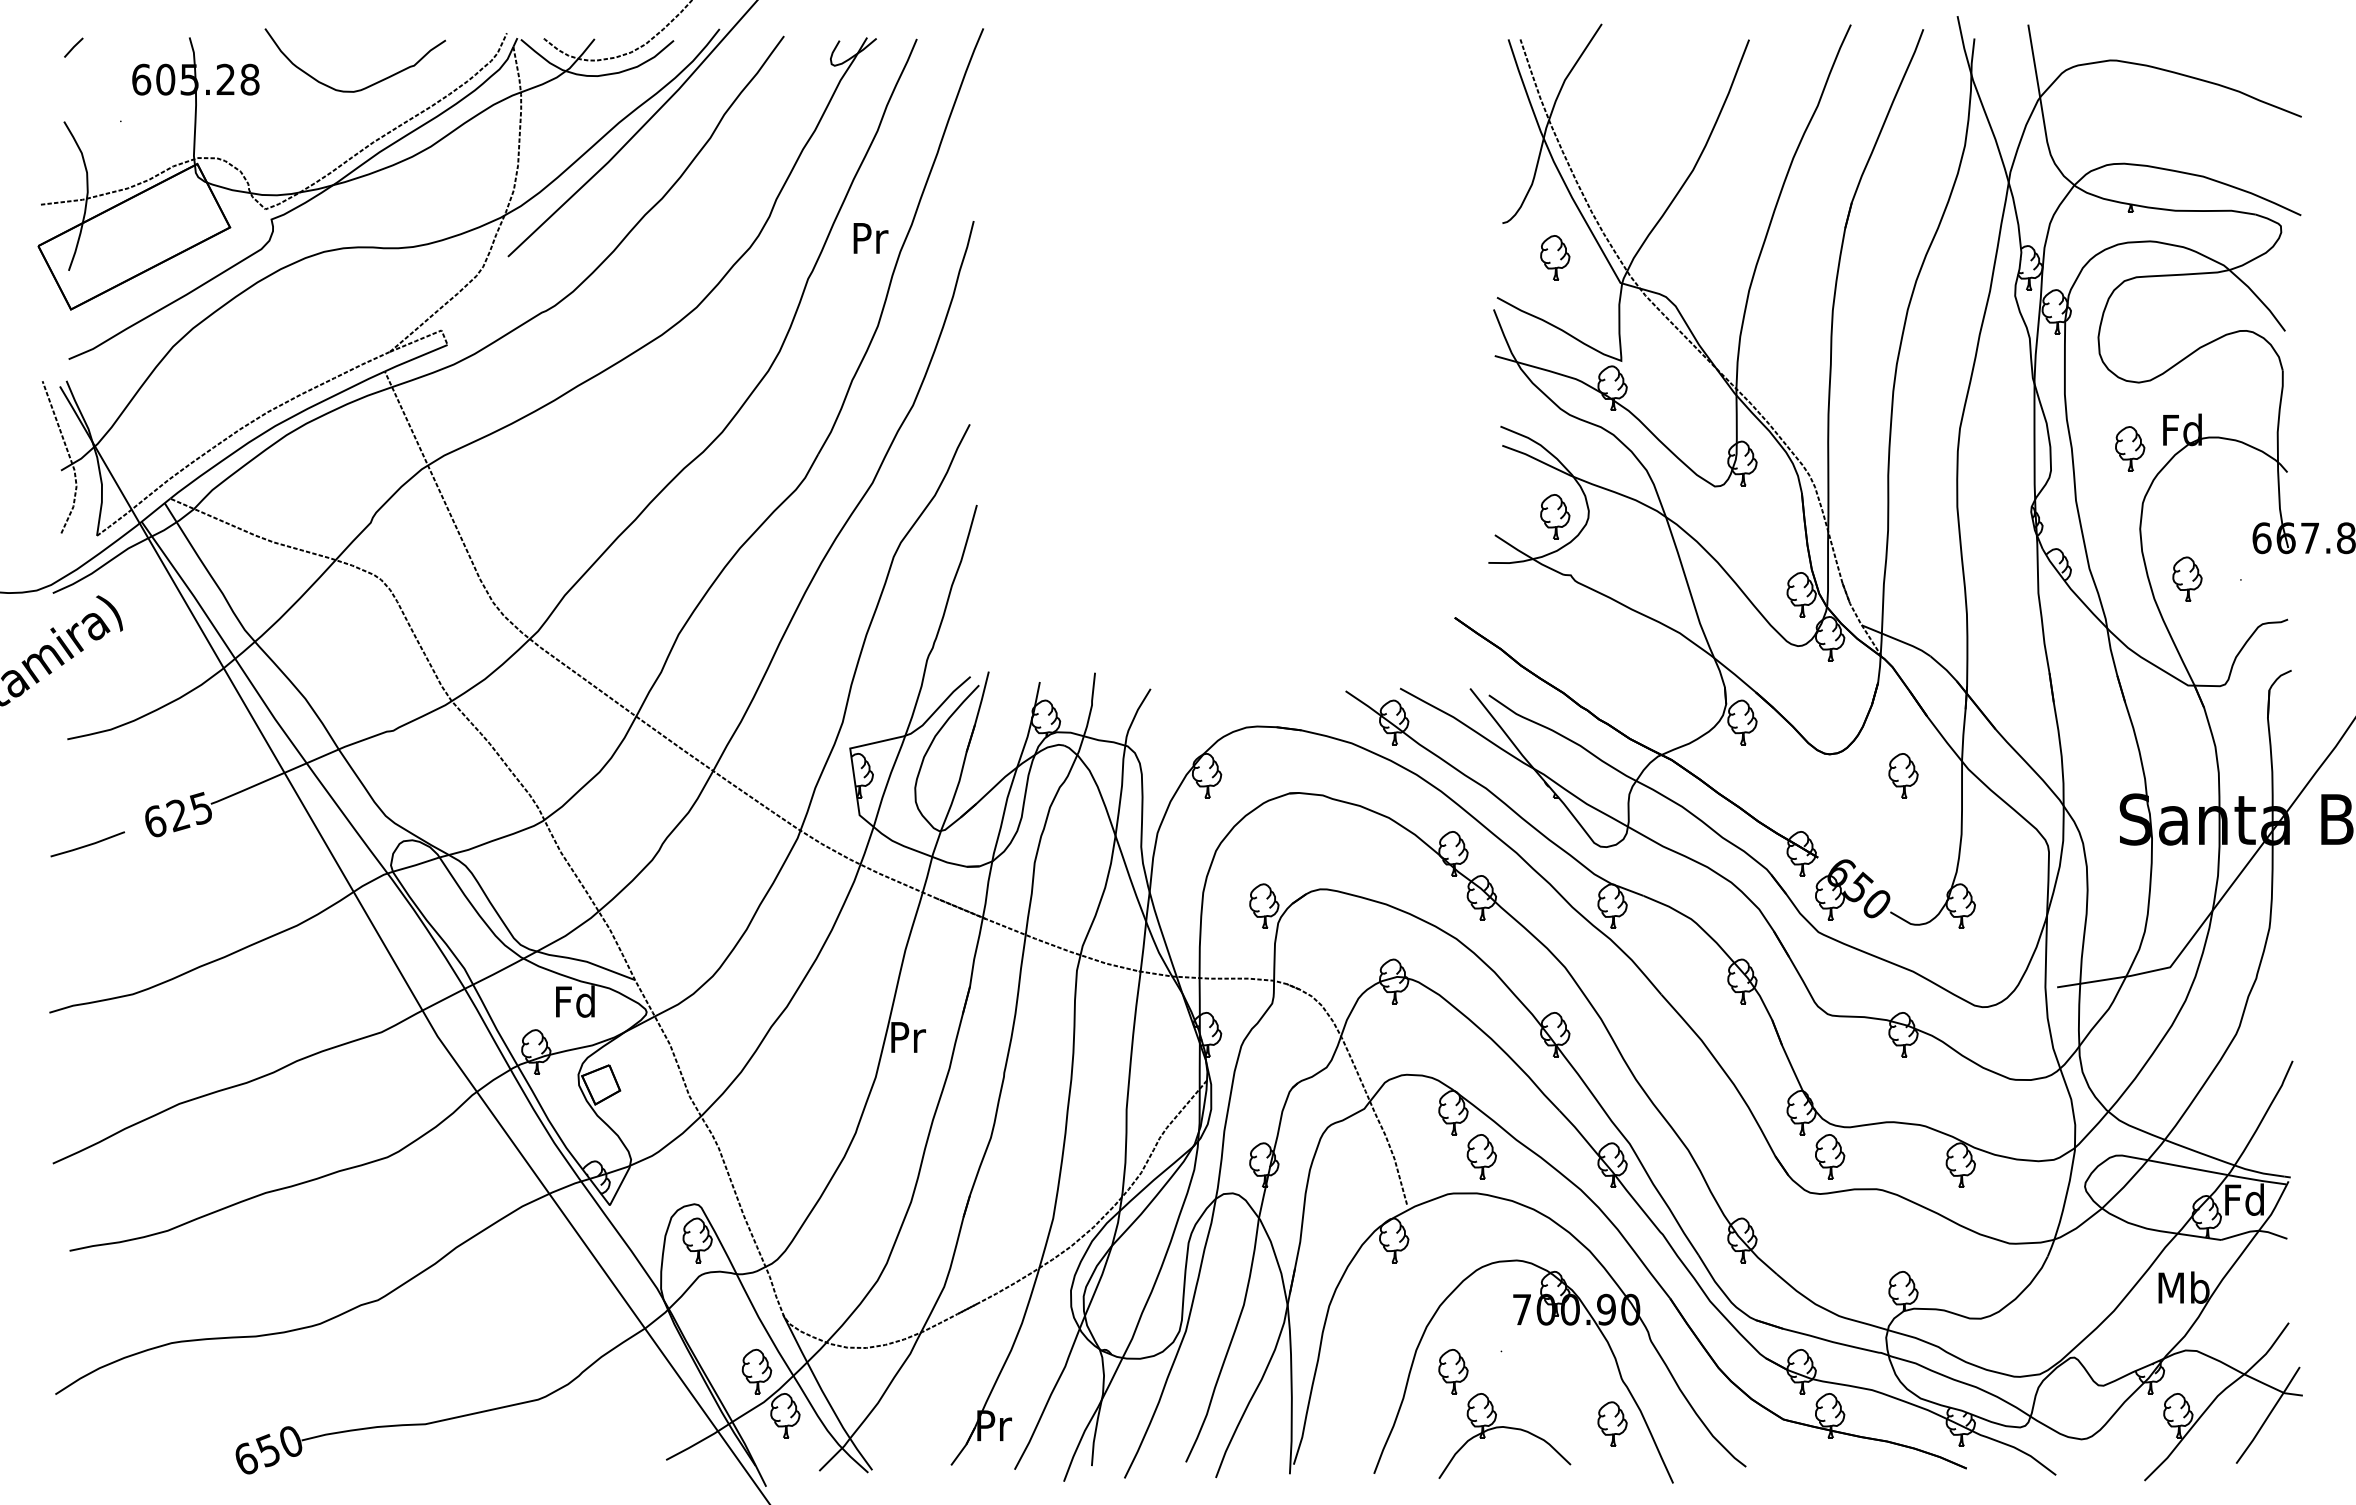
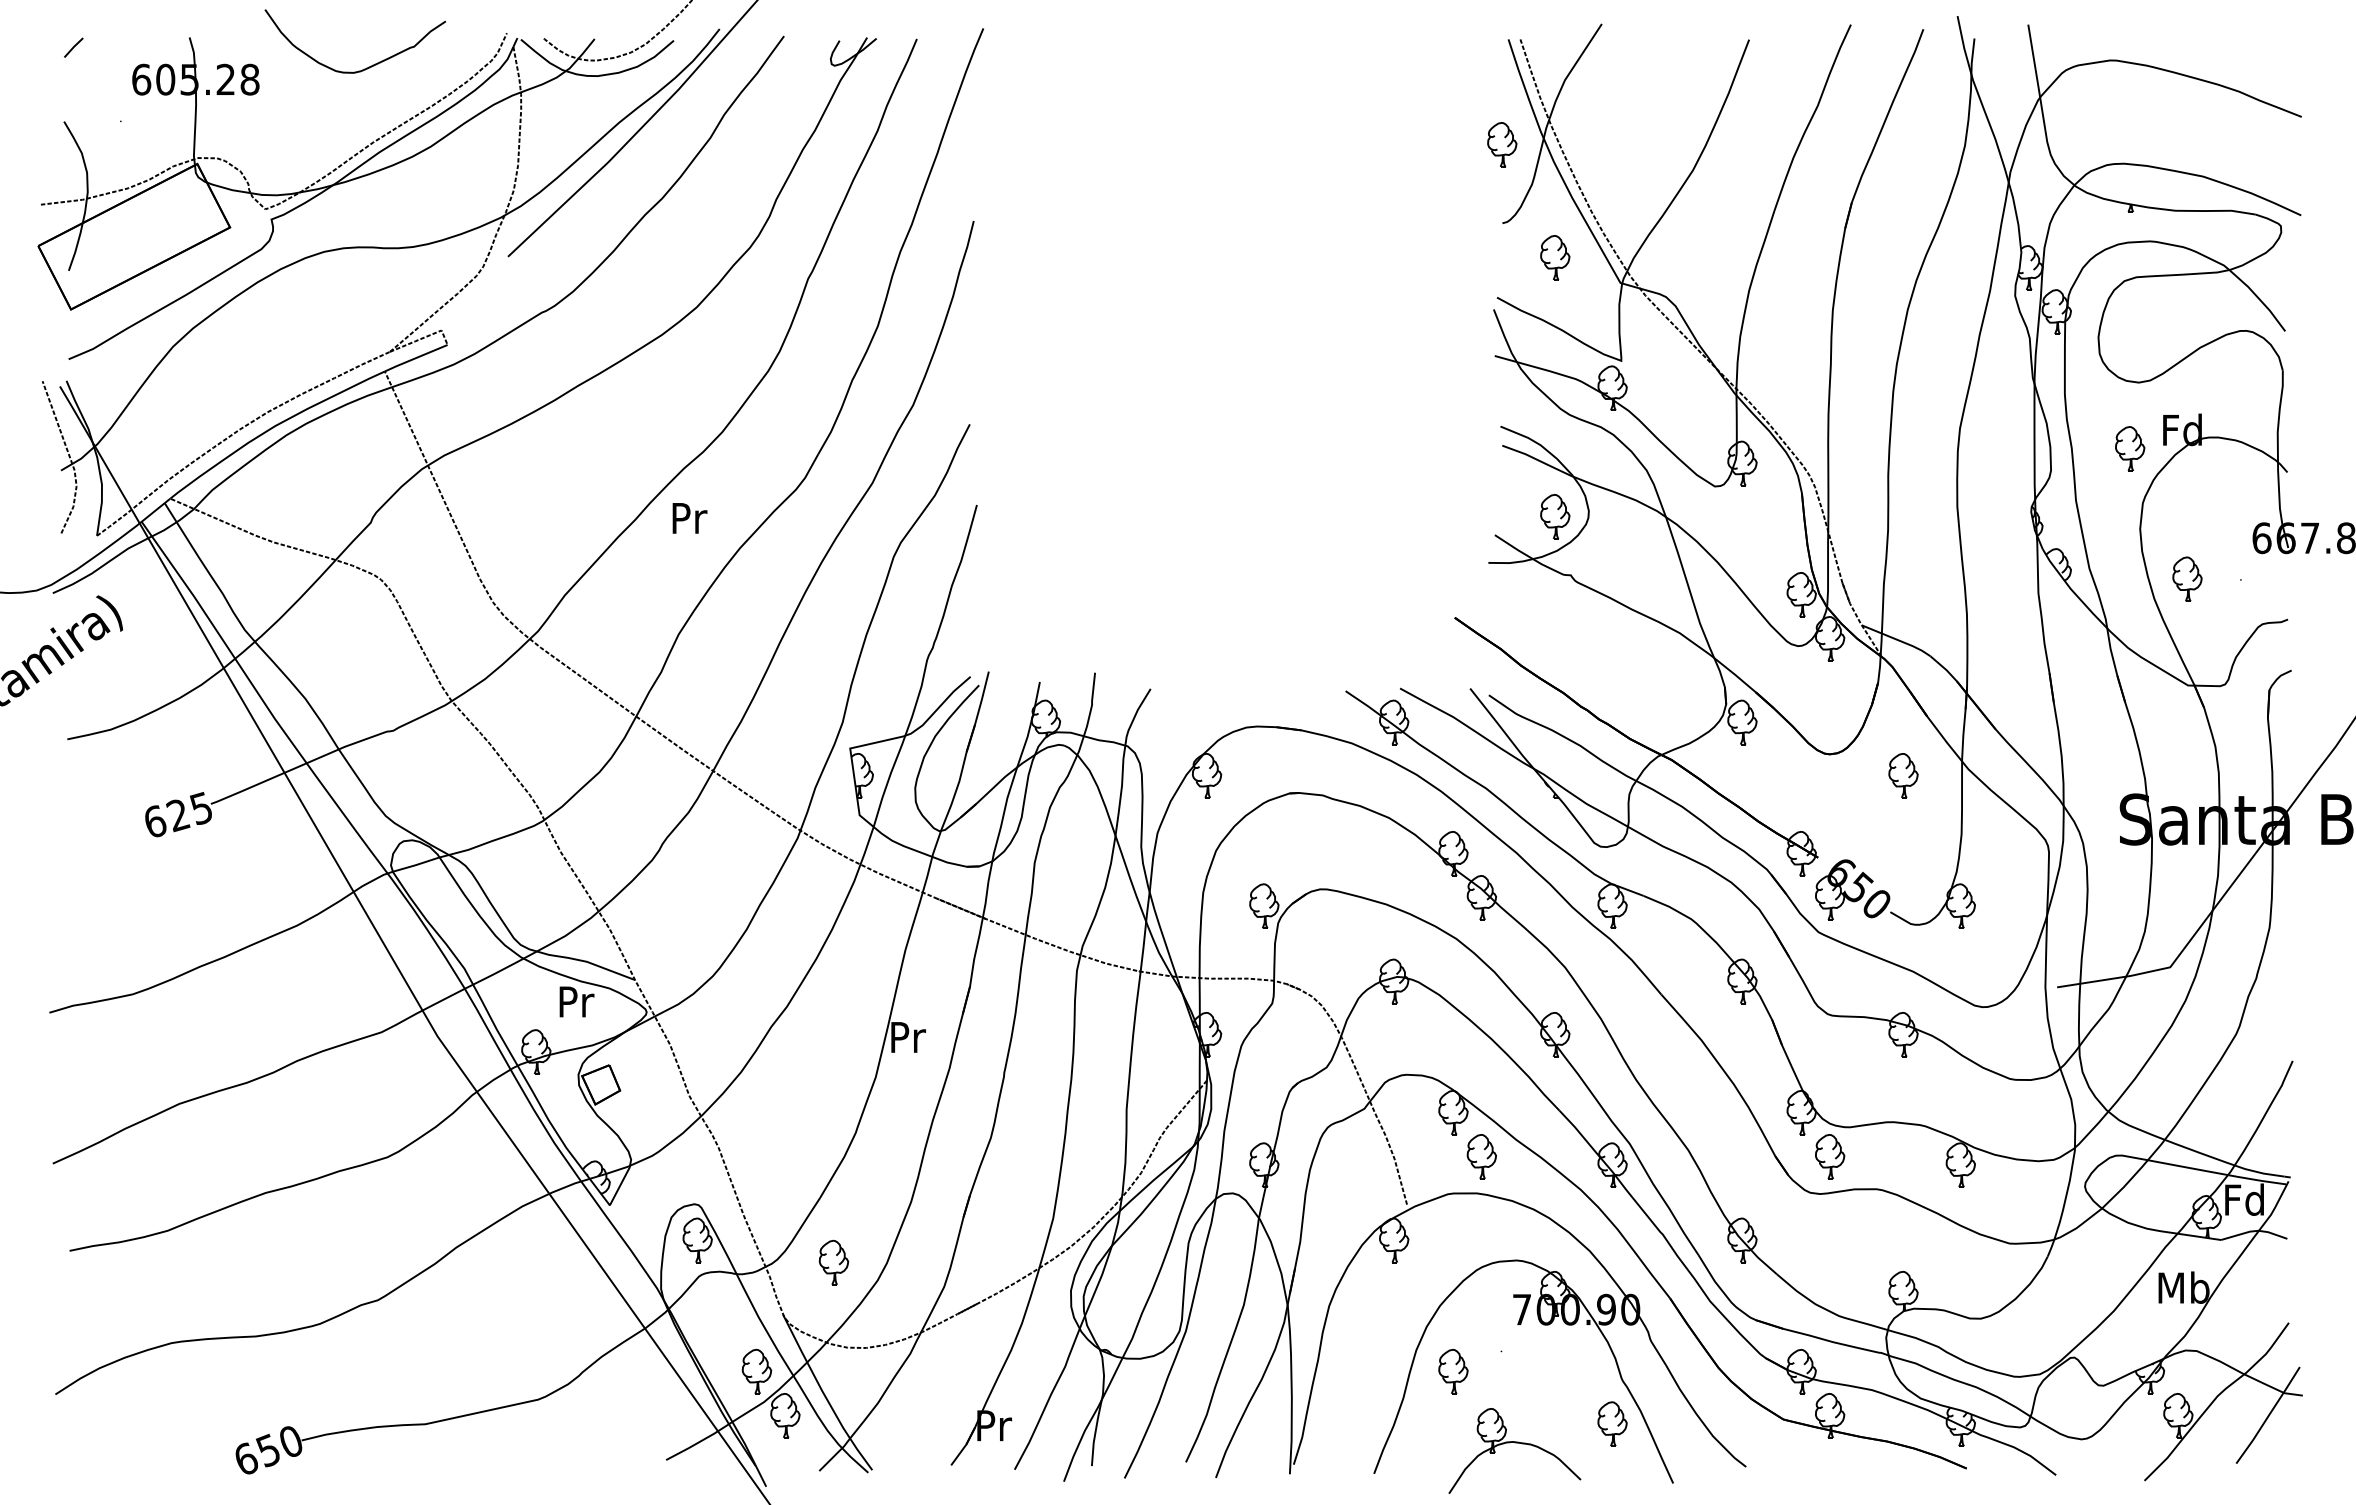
curve at (366, 86) position: (366, 86) -> (366, 67)
part at (1502, 144): none -> present
text at (870, 238) position: (870, 238) -> (689, 518)
line at (87, 844): present -> none
text at (575, 1001): Fd -> Pr
part at (833, 1262): none -> present
part at (1504, 1428) position: (1504, 1428) -> (1514, 1443)
